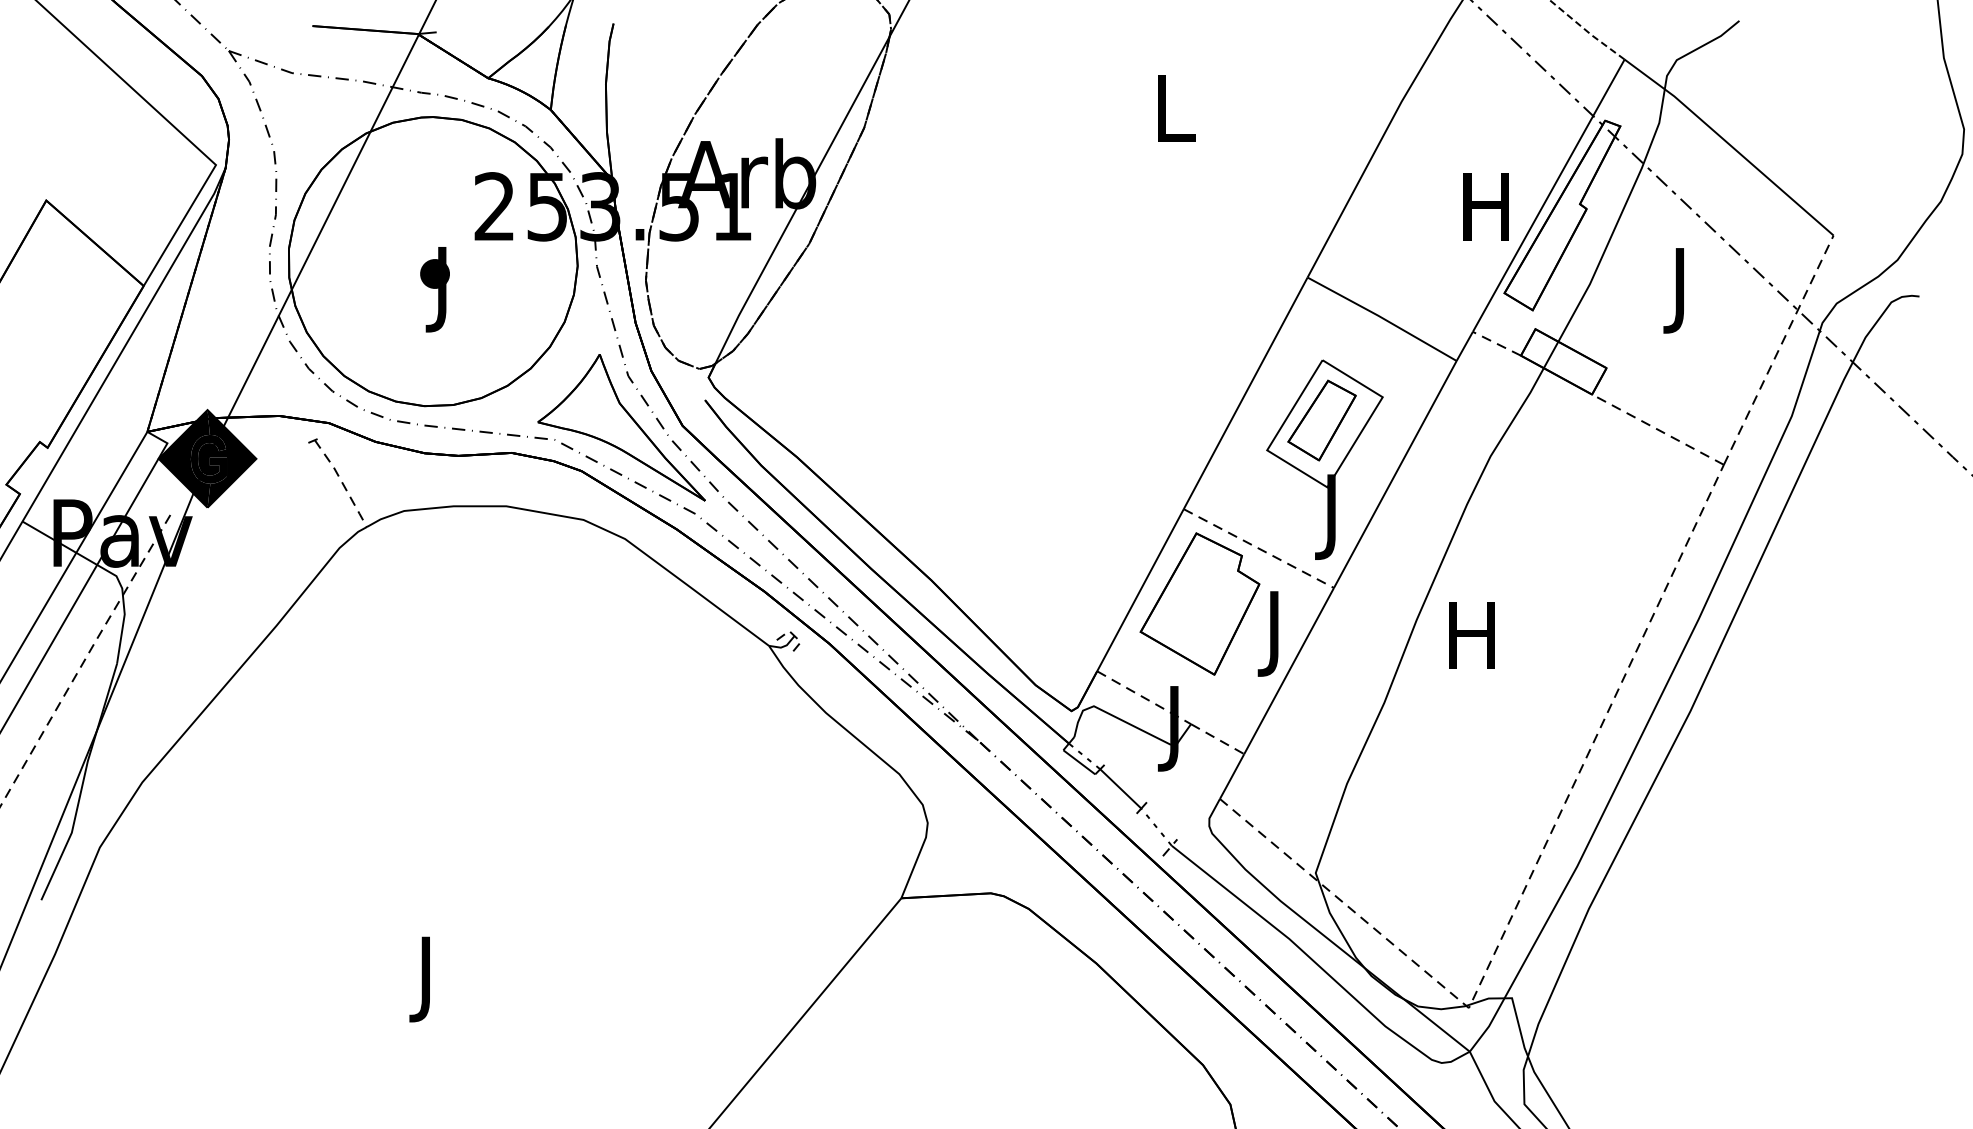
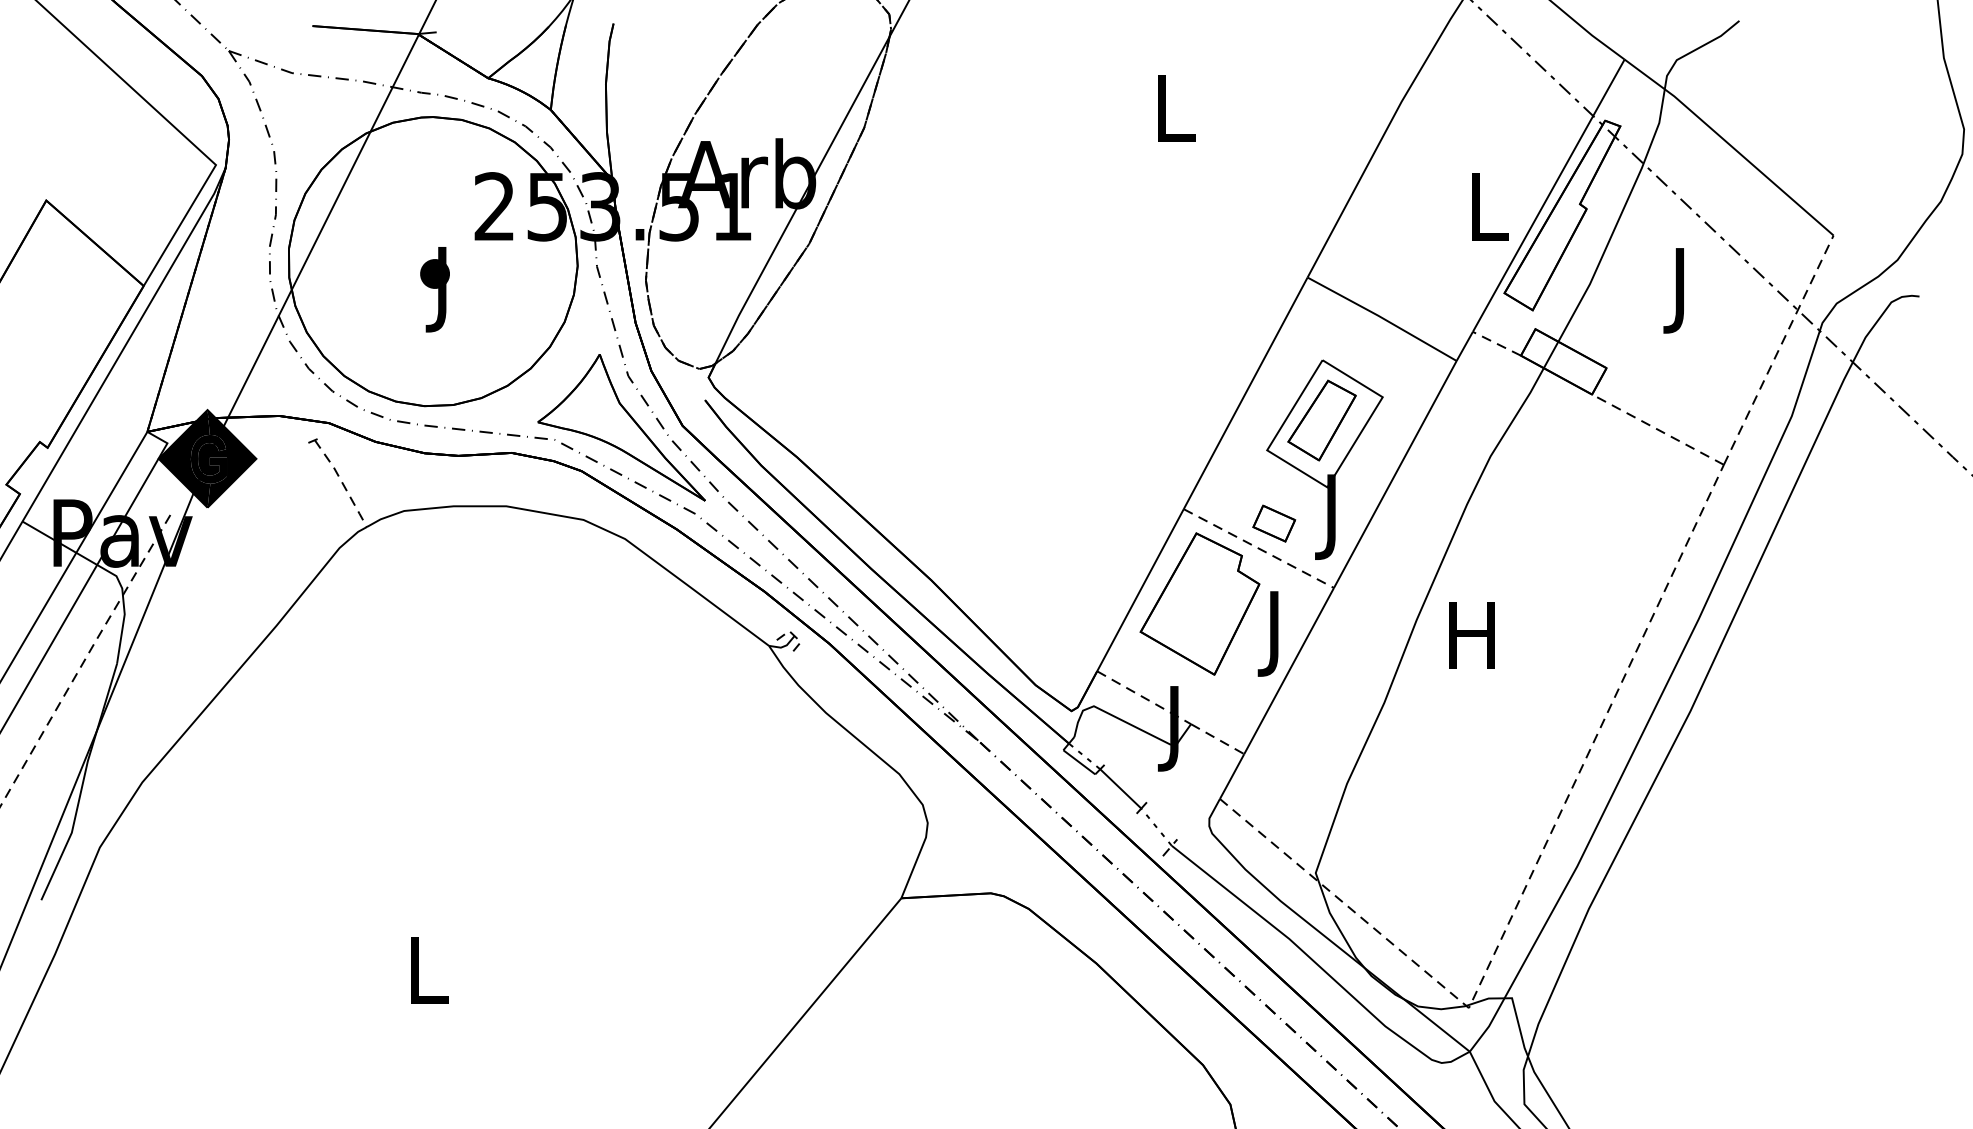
line at (1586, 31): dashed -> solid
text at (1485, 206): H -> L
part at (1274, 523): none -> present
text at (428, 979): J -> L
